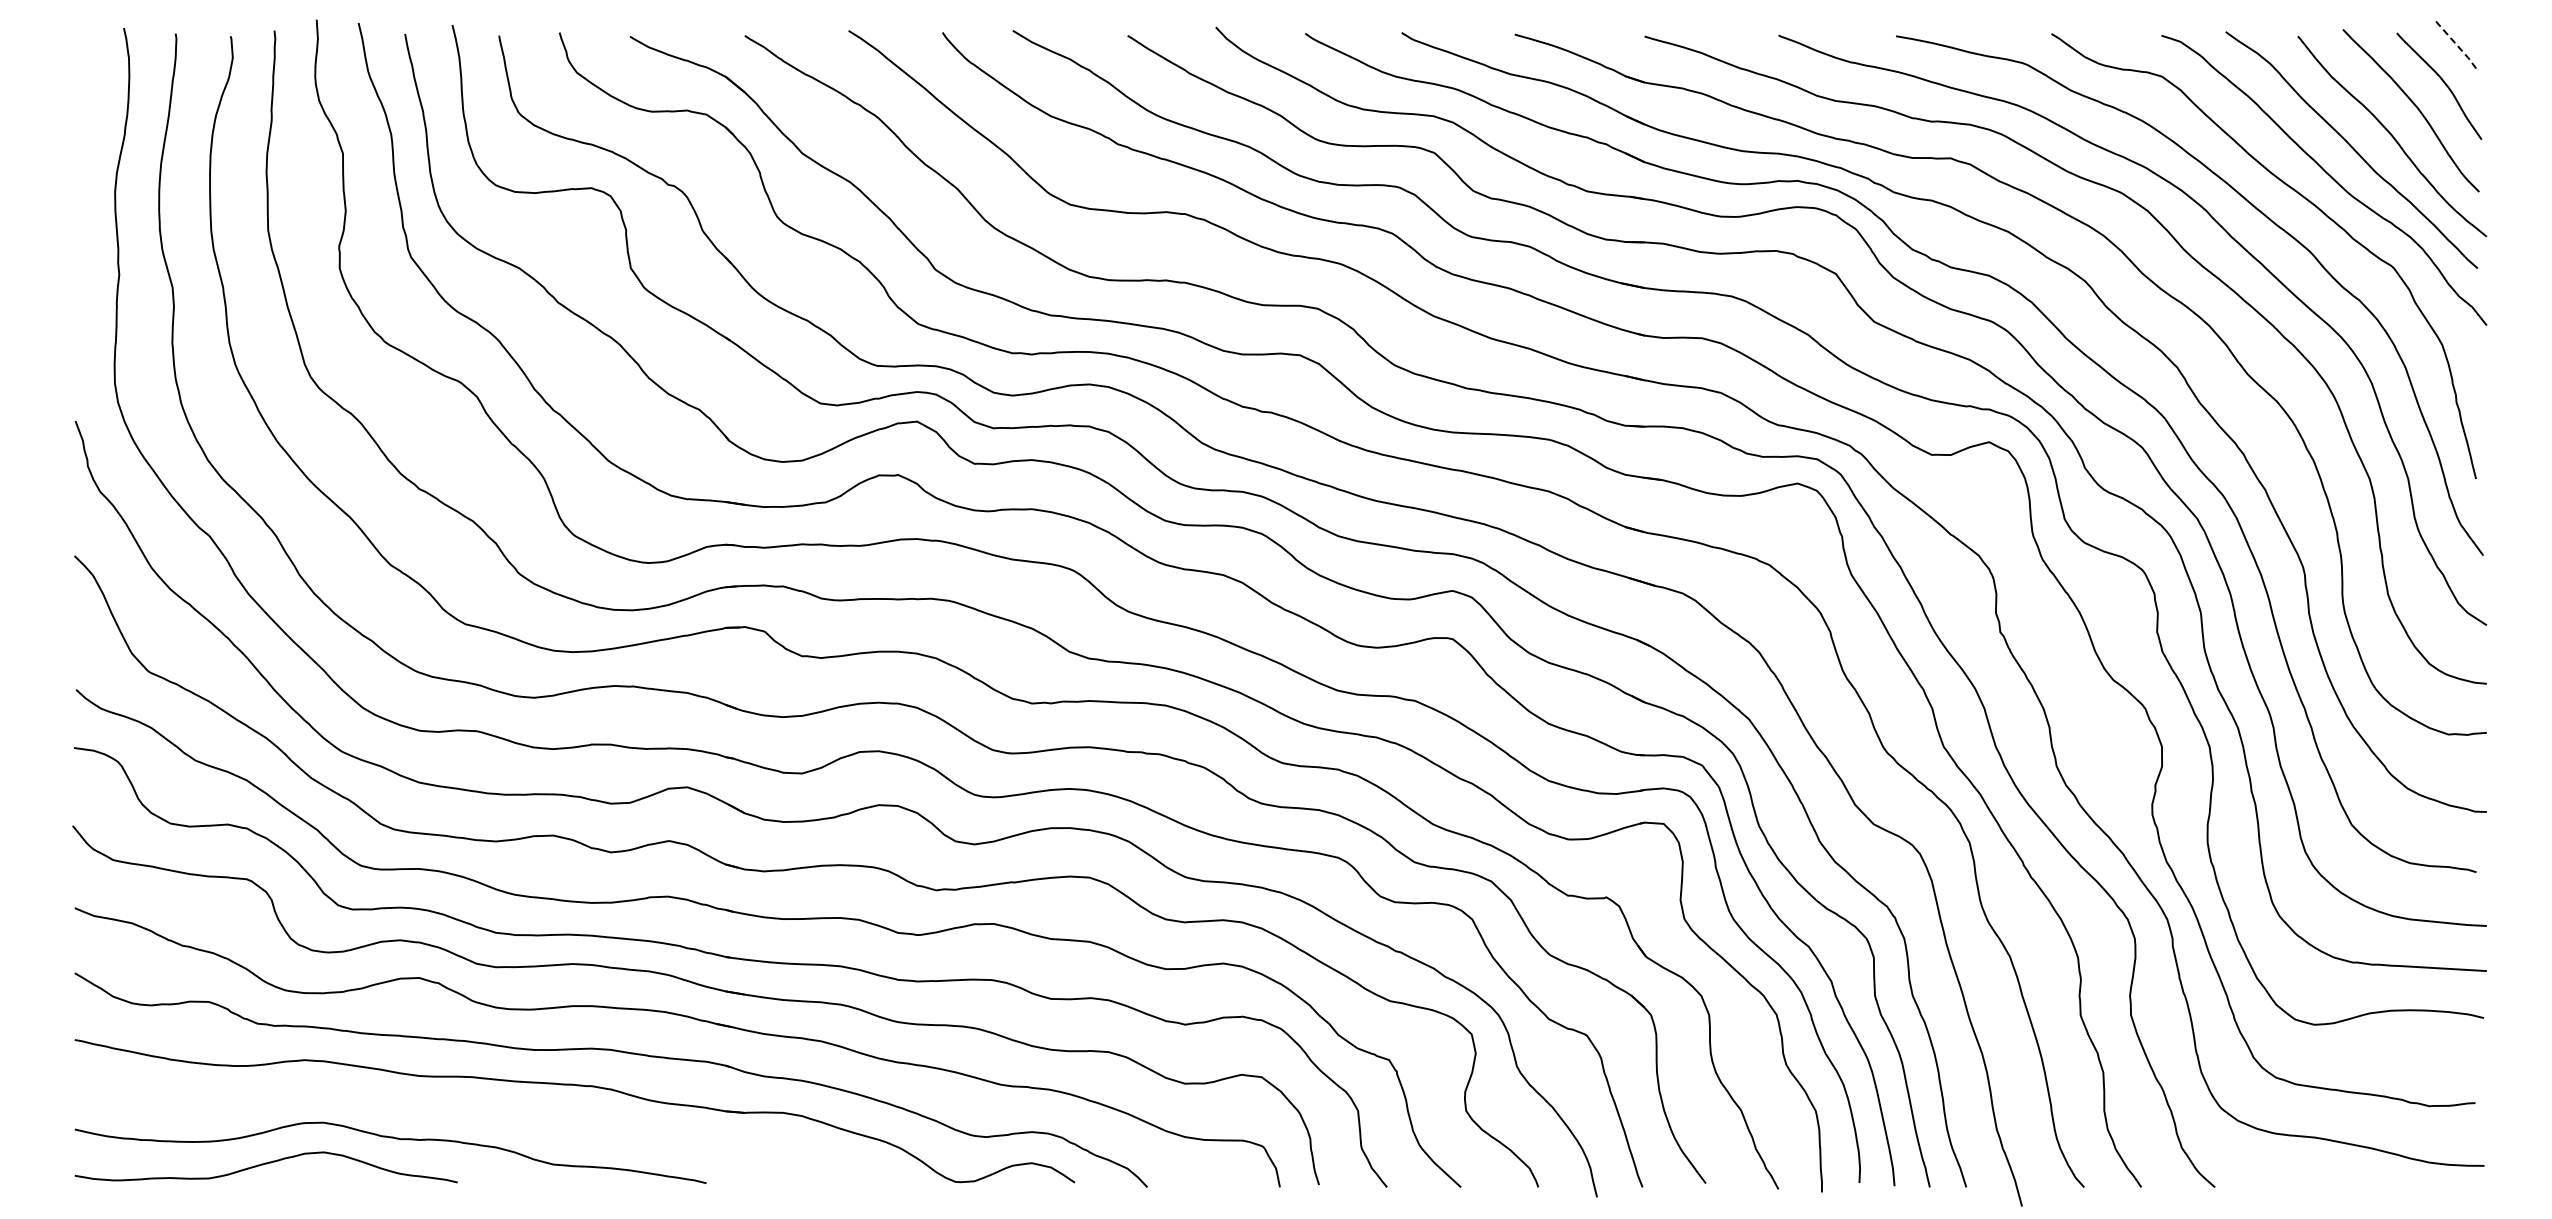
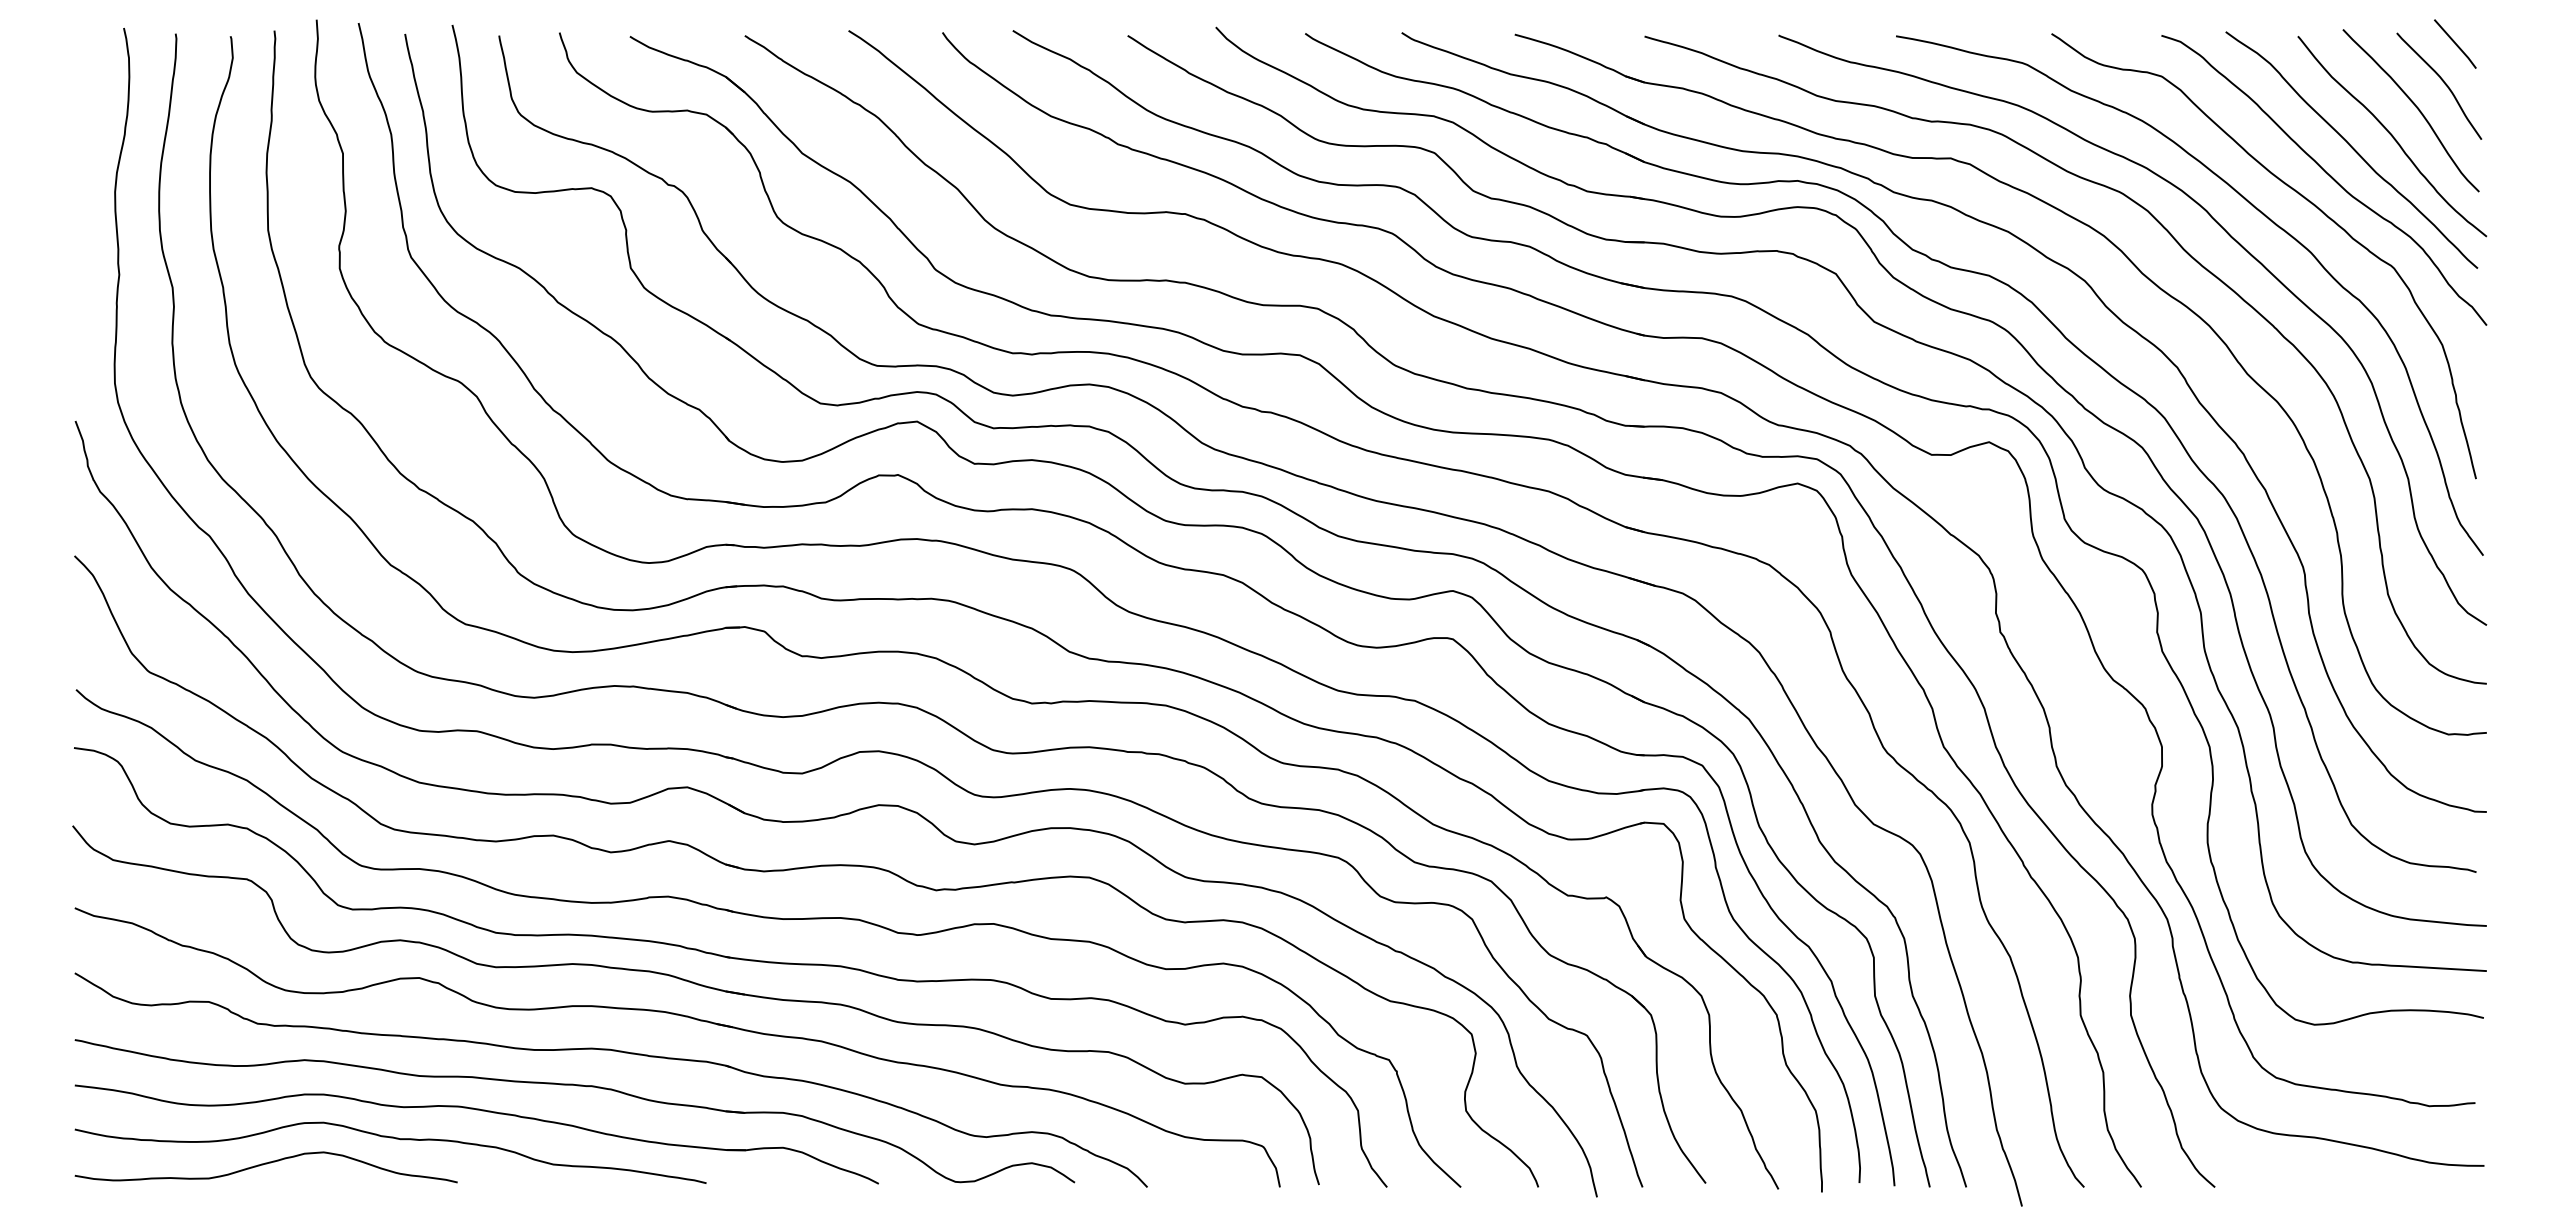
line at (2455, 43): dashed -> solid
part at (482, 1111): none -> present
